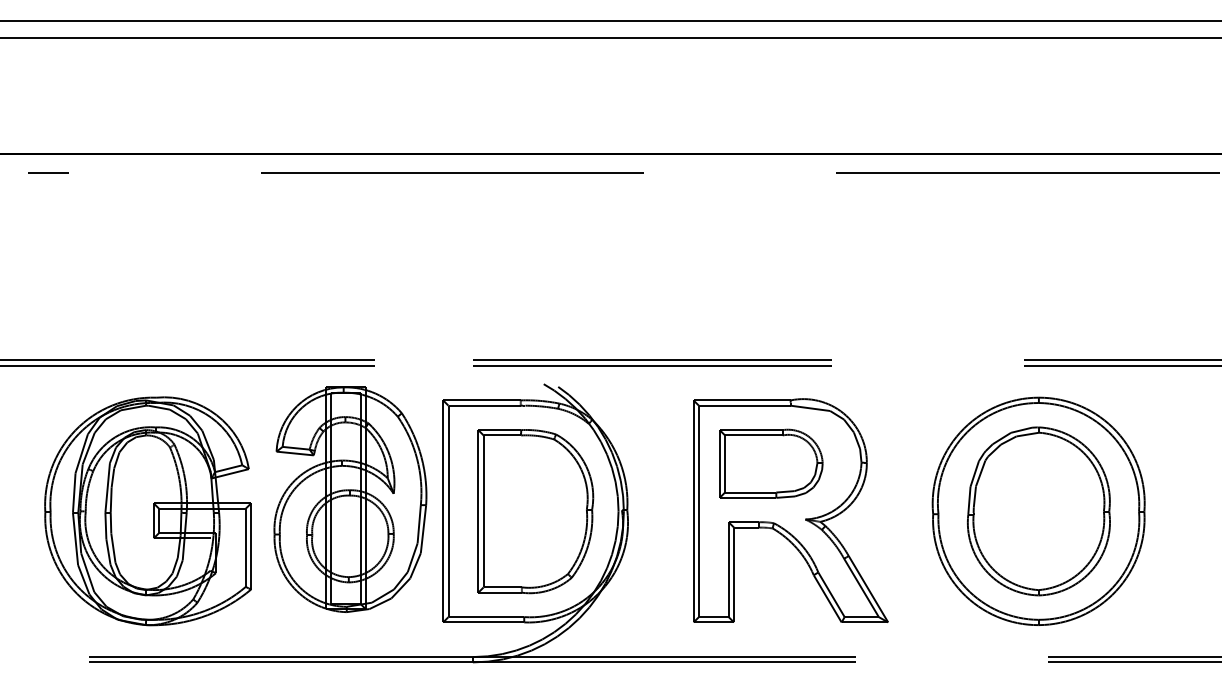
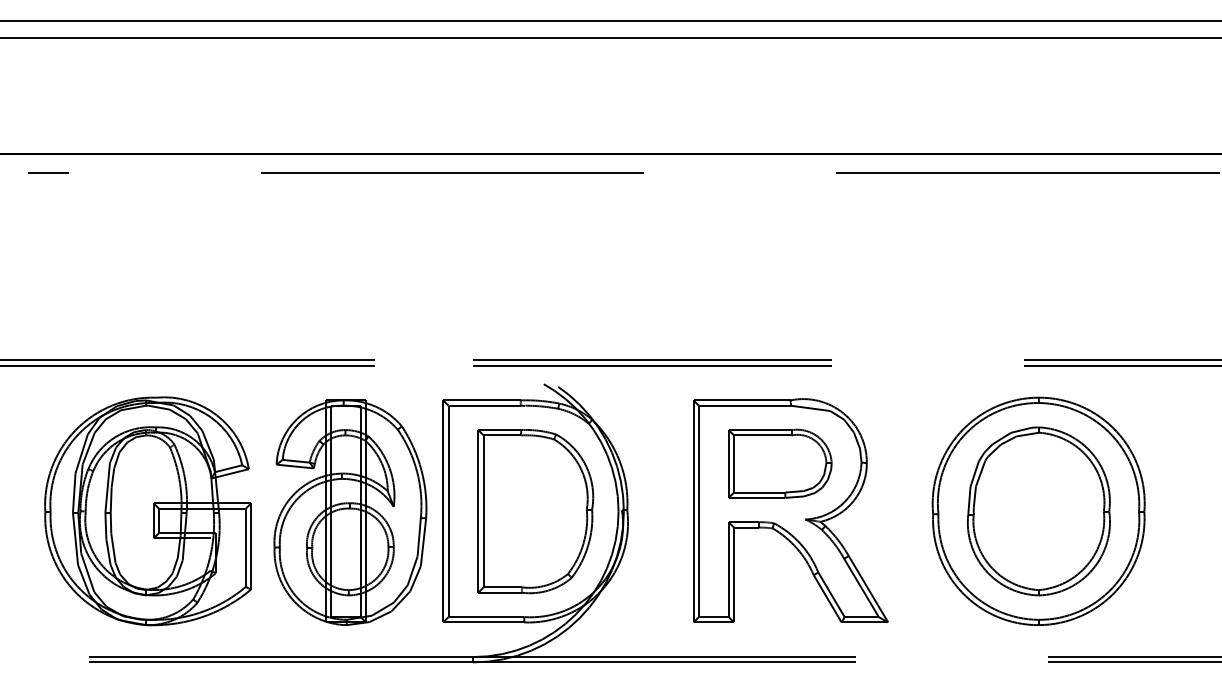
part at (771, 463) position: (771, 463) -> (780, 463)
part at (350, 499) position: (350, 499) -> (350, 512)
